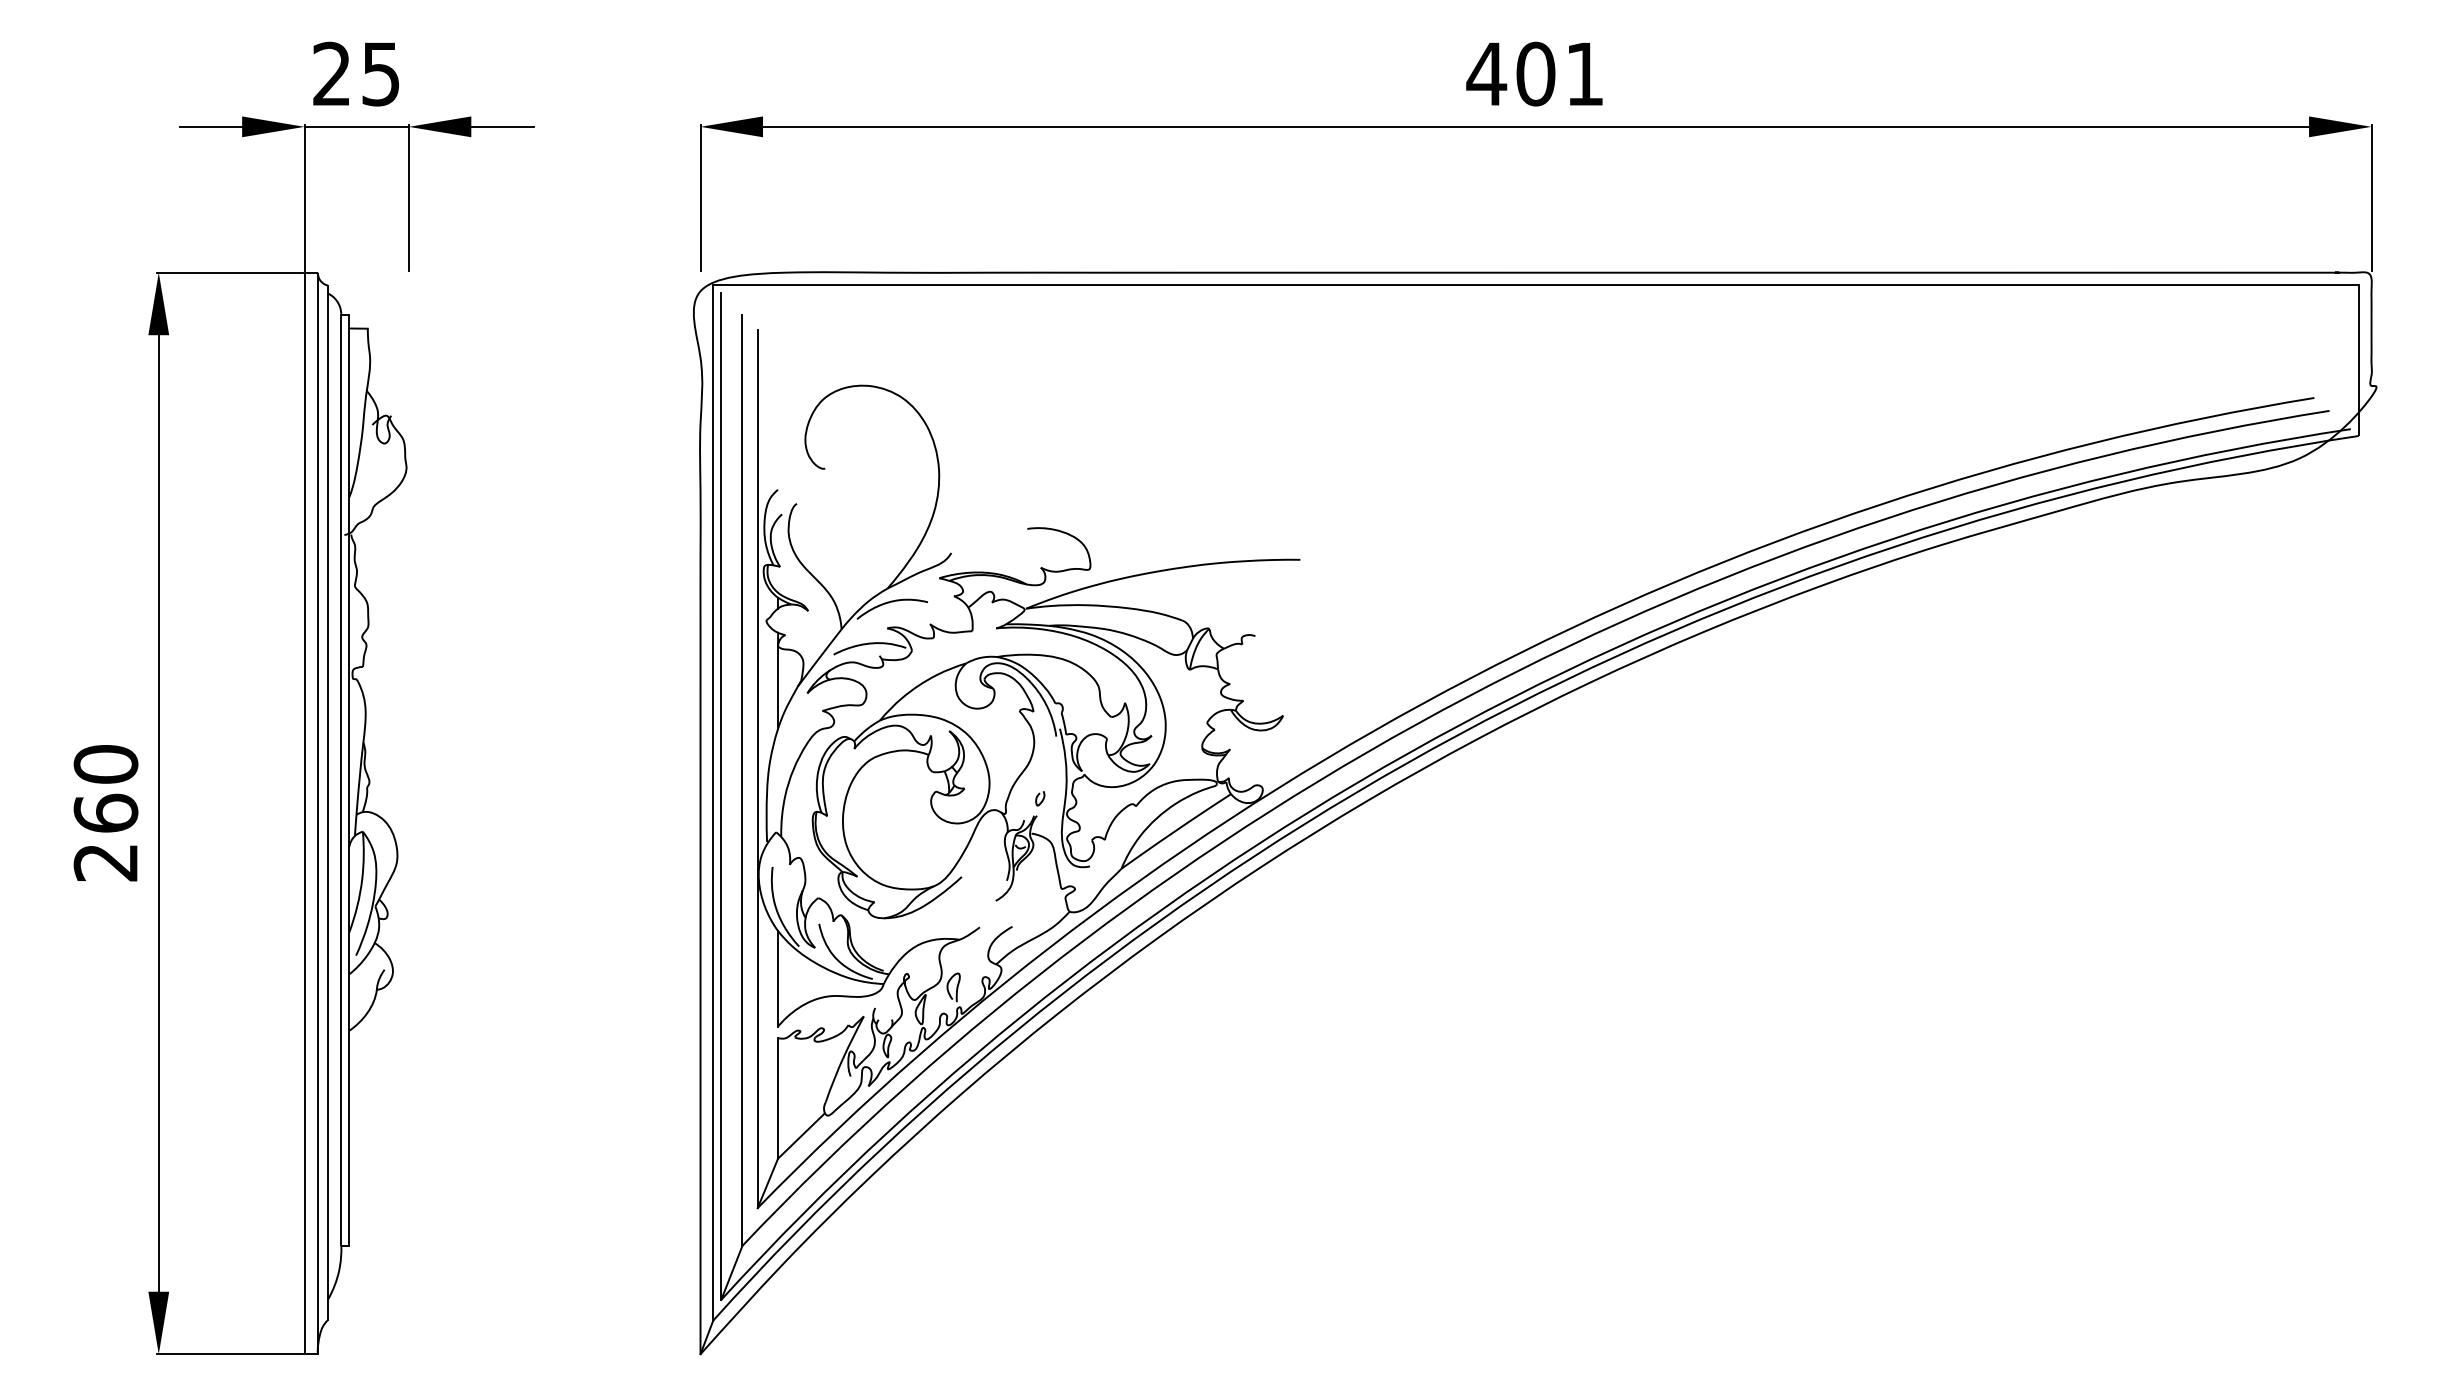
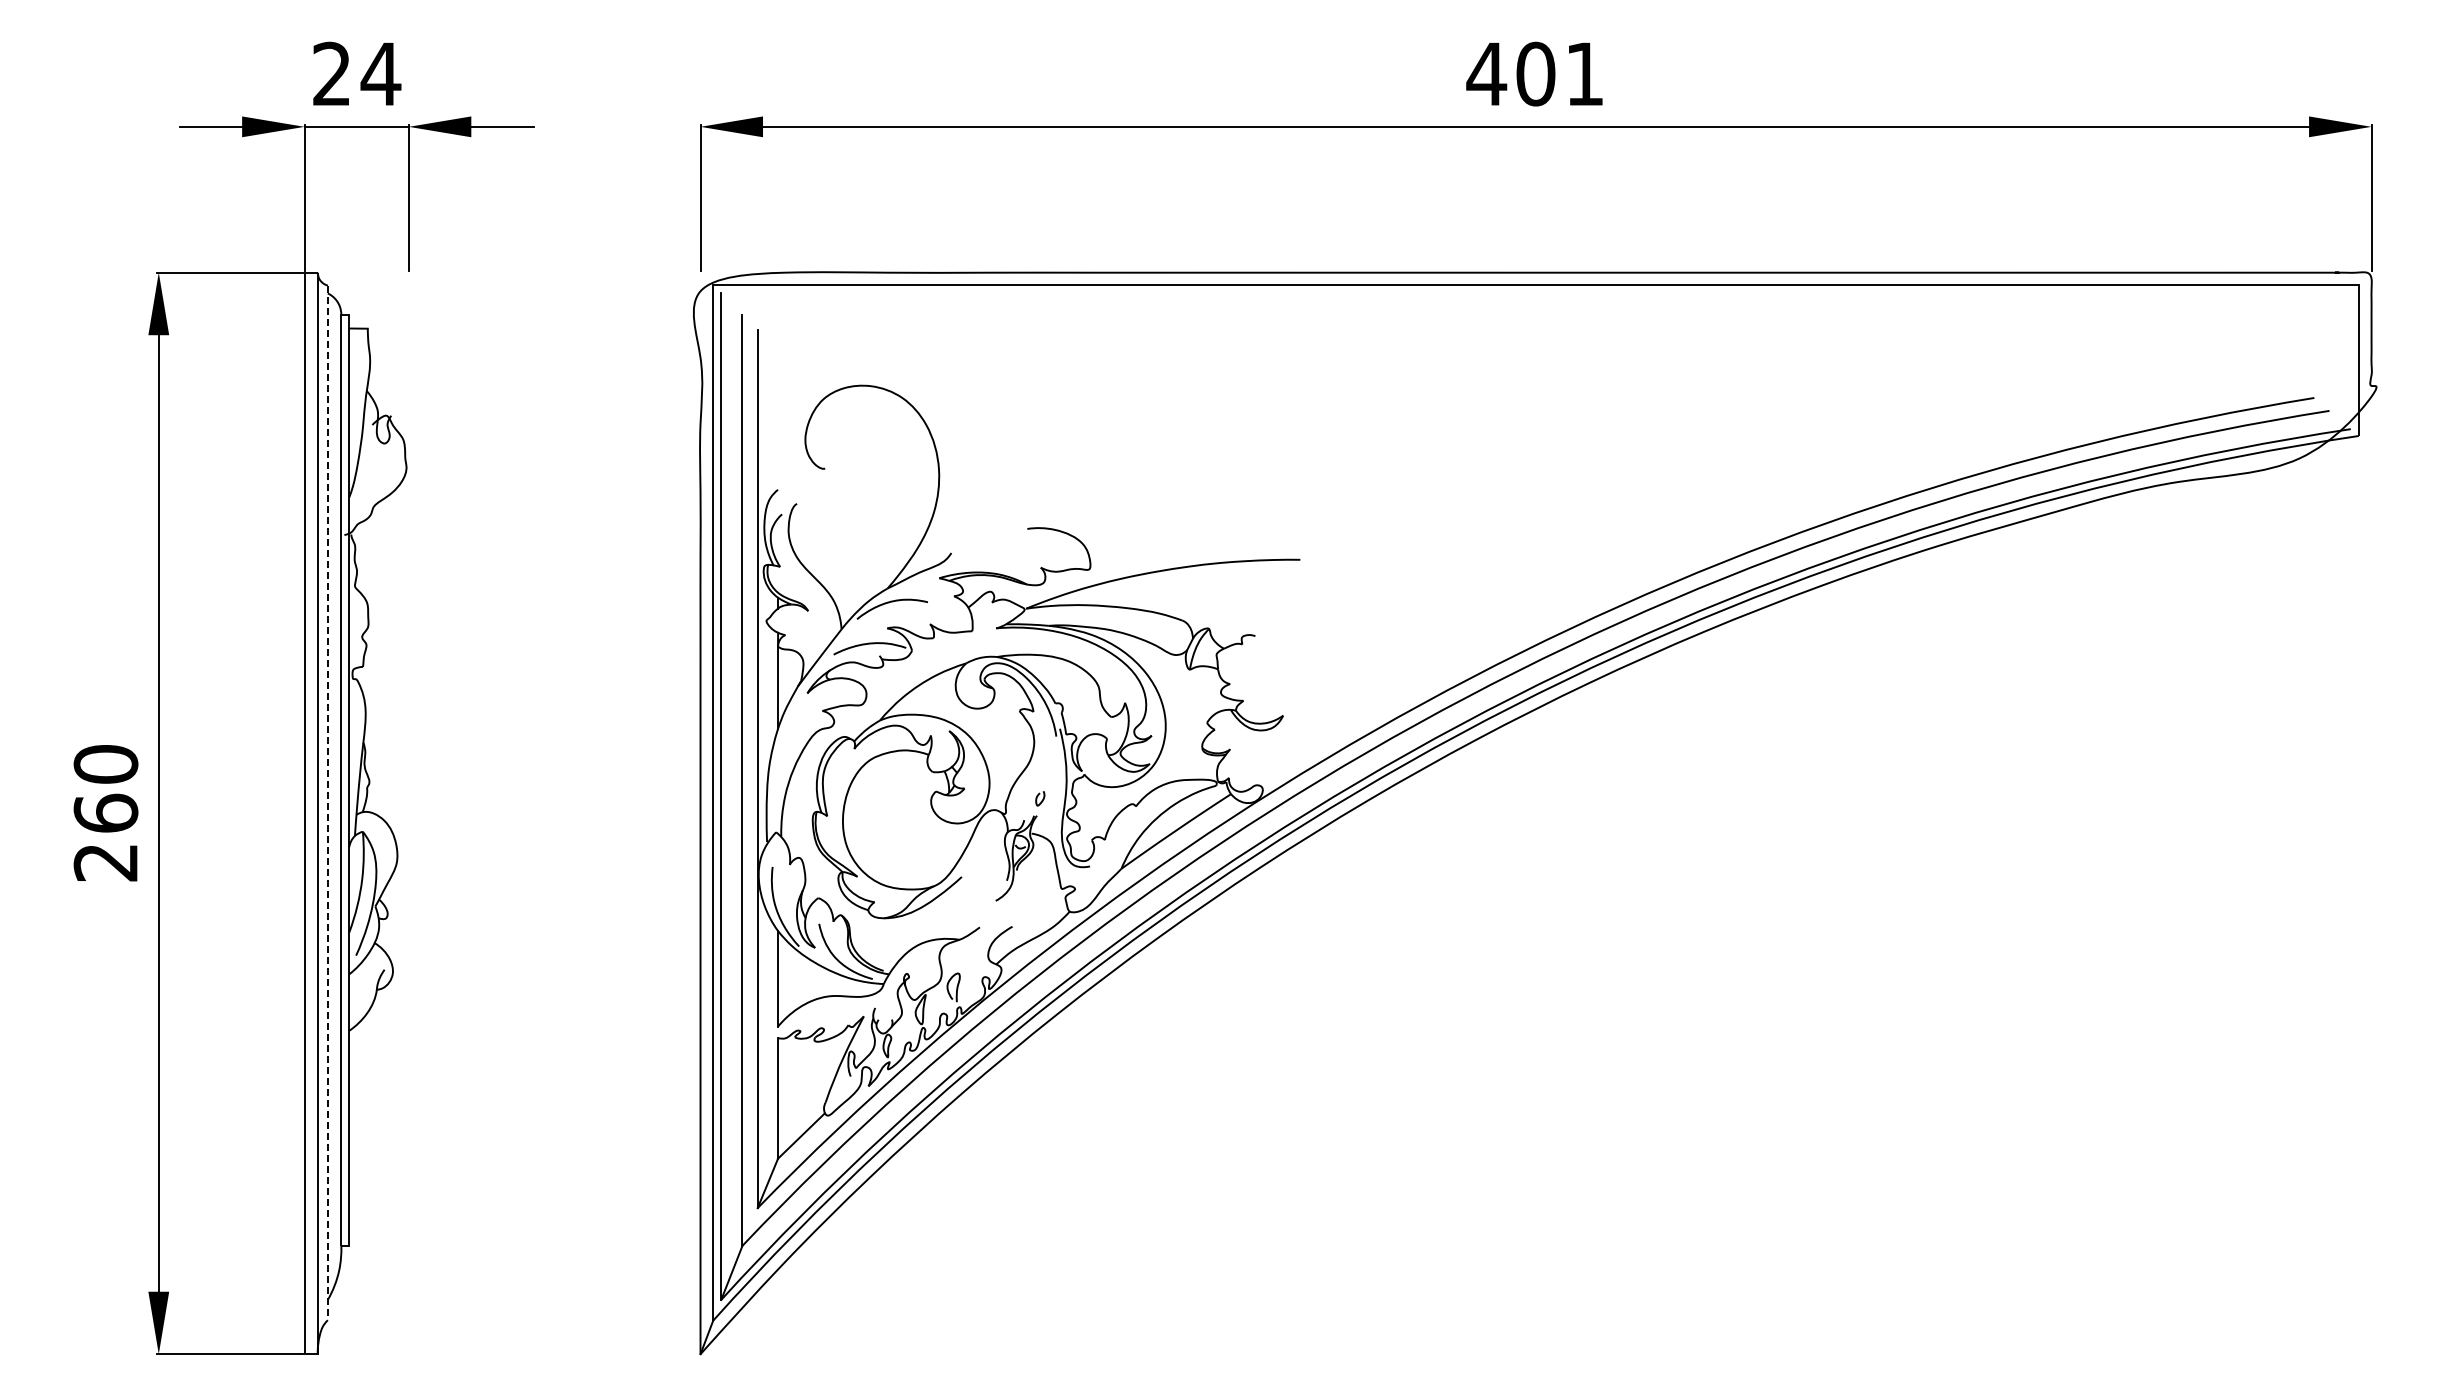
text at (380, 74): 25 -> 24
line at (327, 803): solid -> dashed
